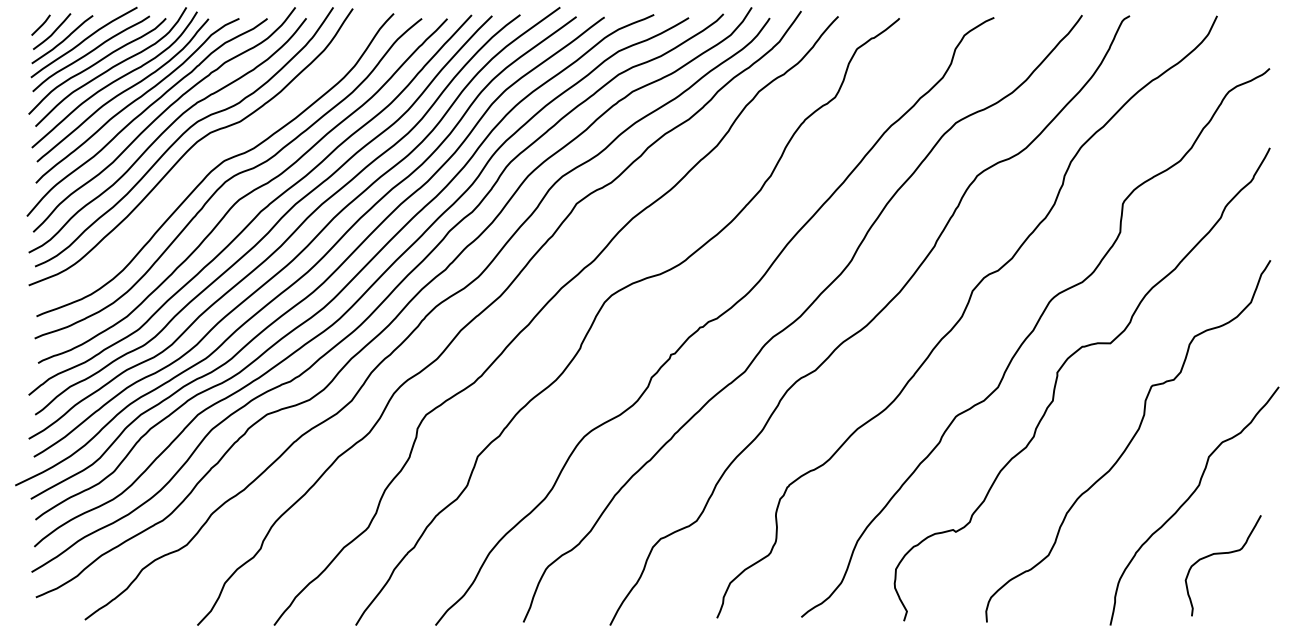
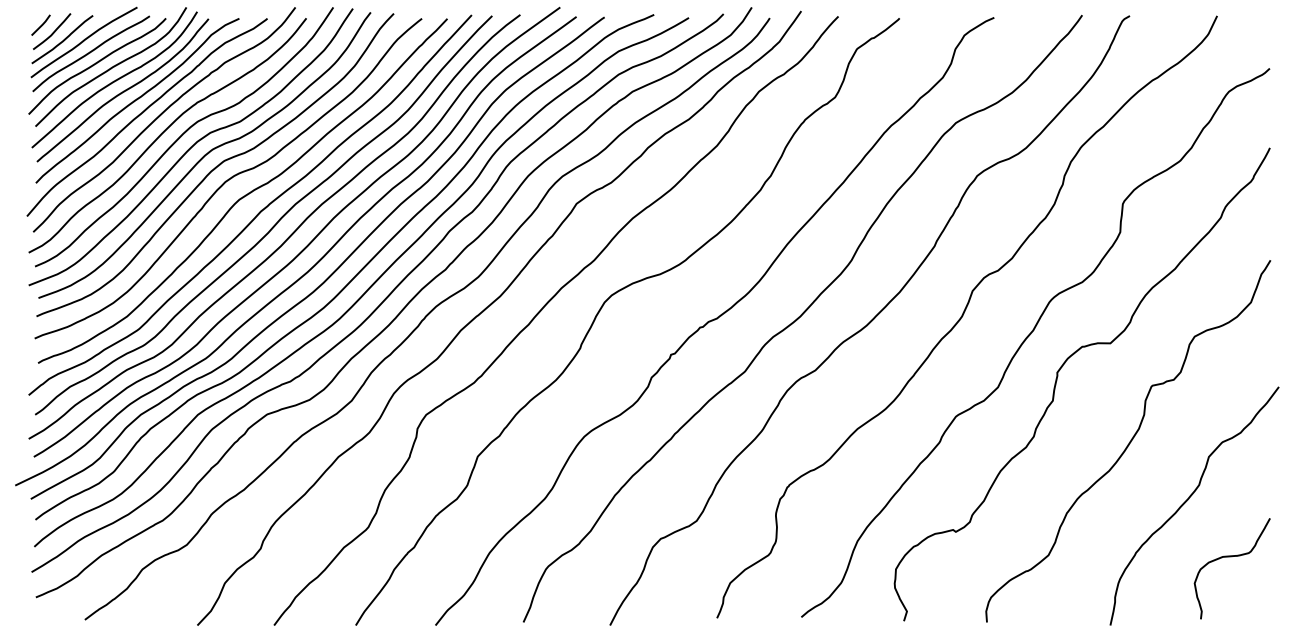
curve at (204, 155): none -> present
curve at (1222, 554) position: (1222, 554) -> (1231, 557)
